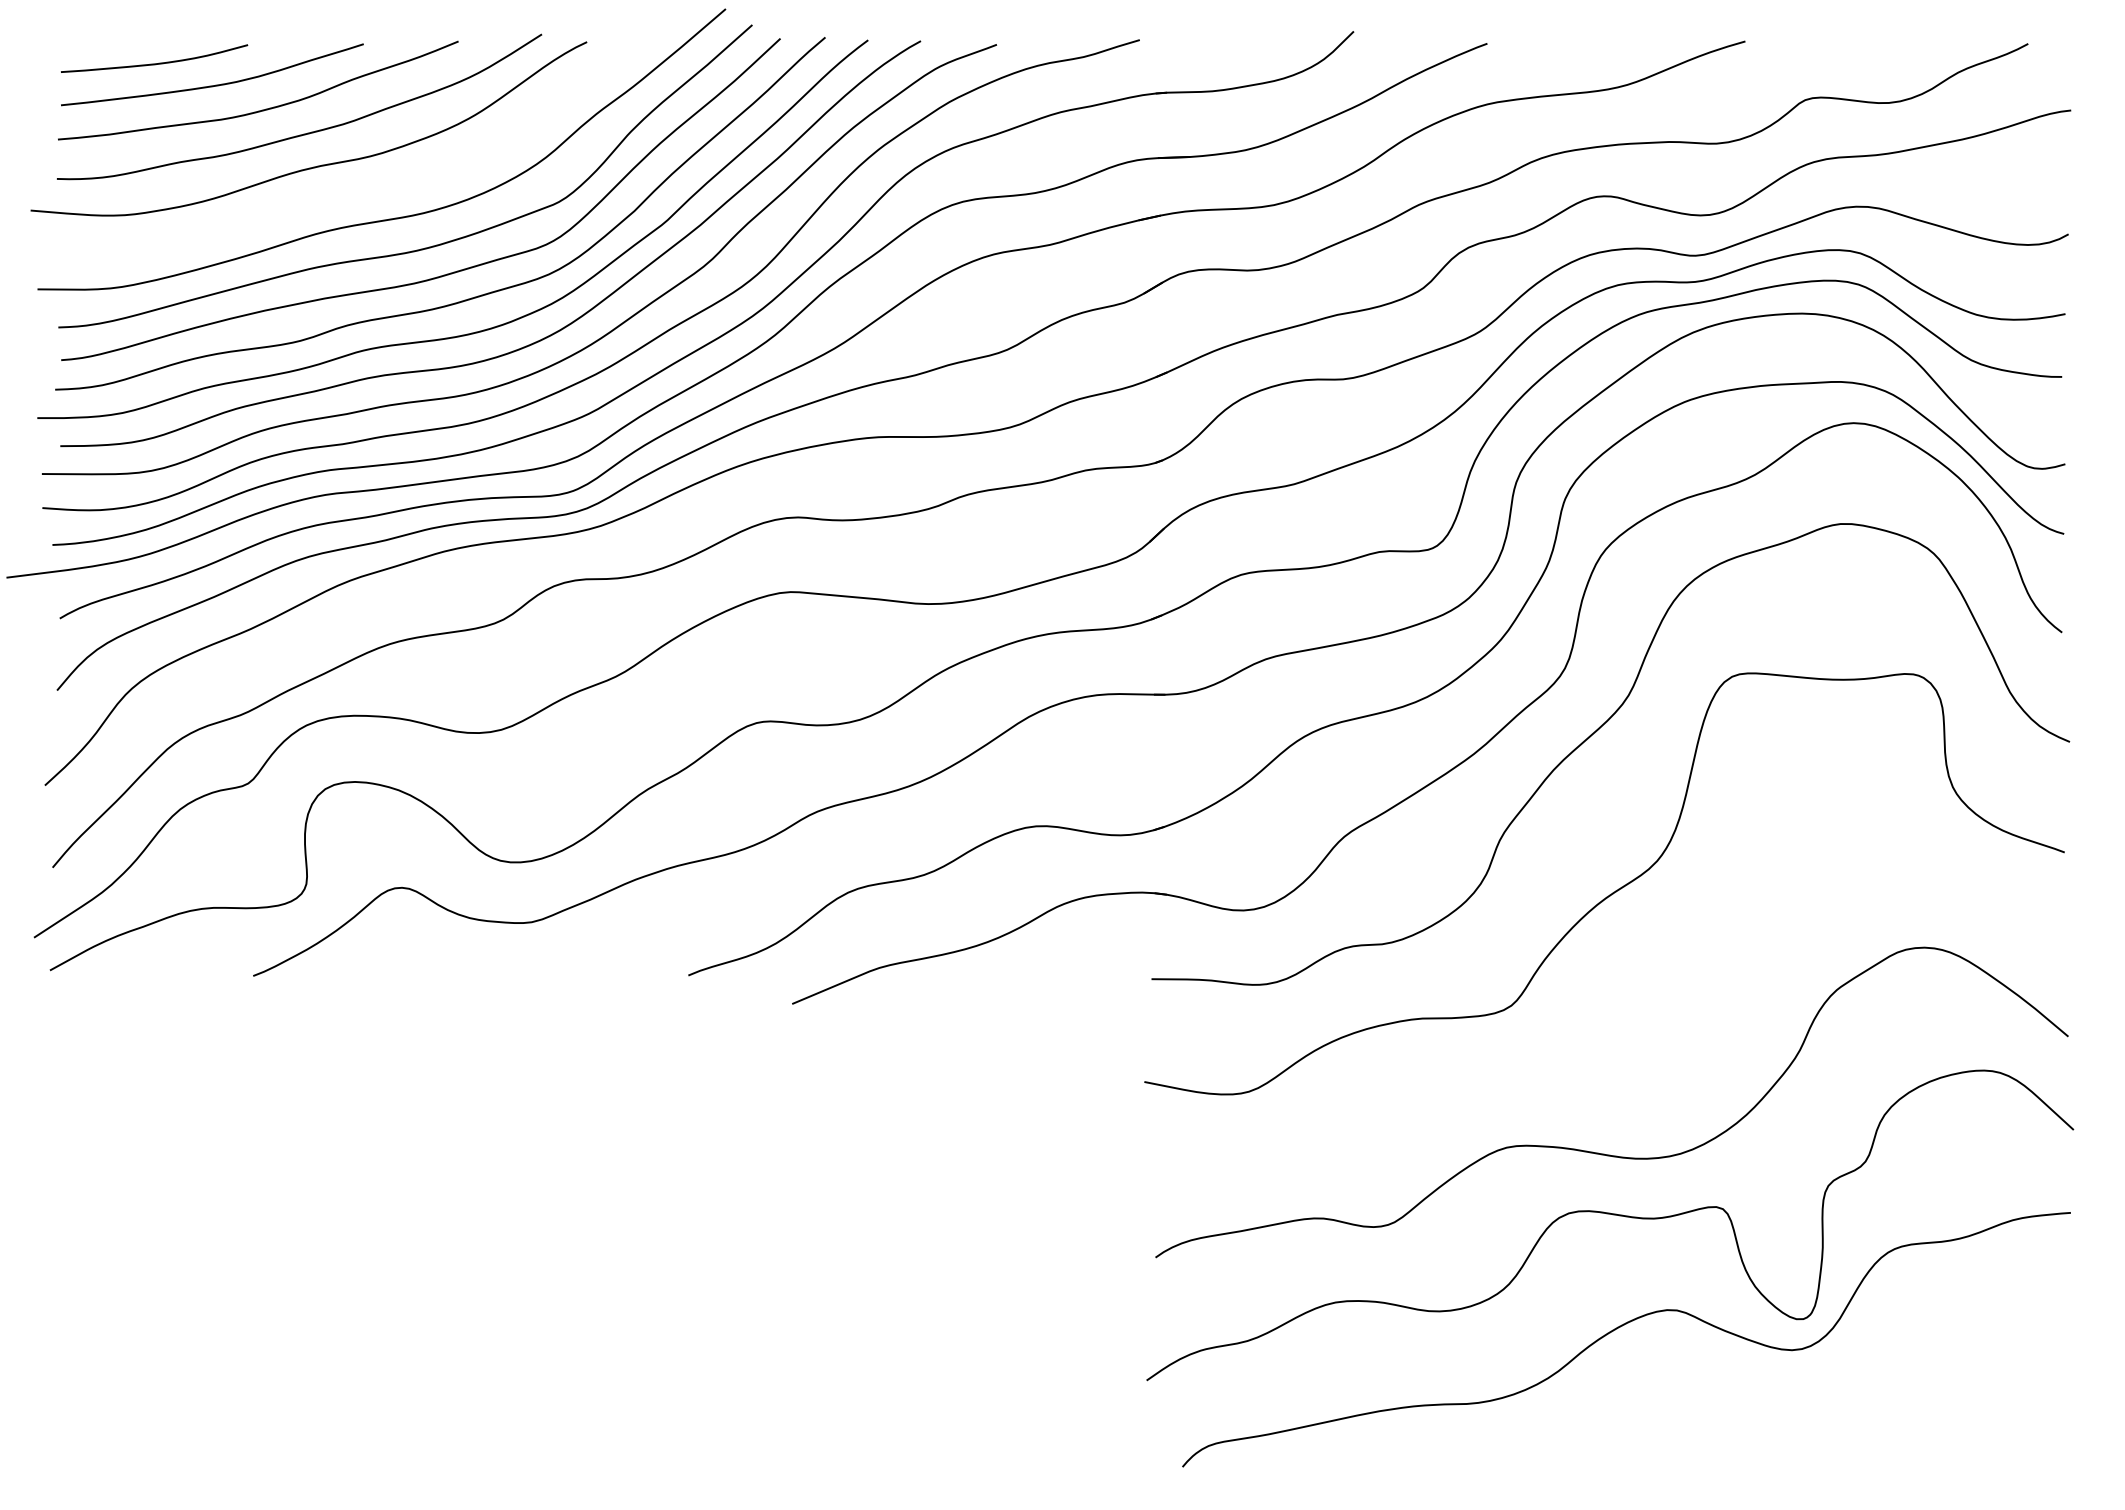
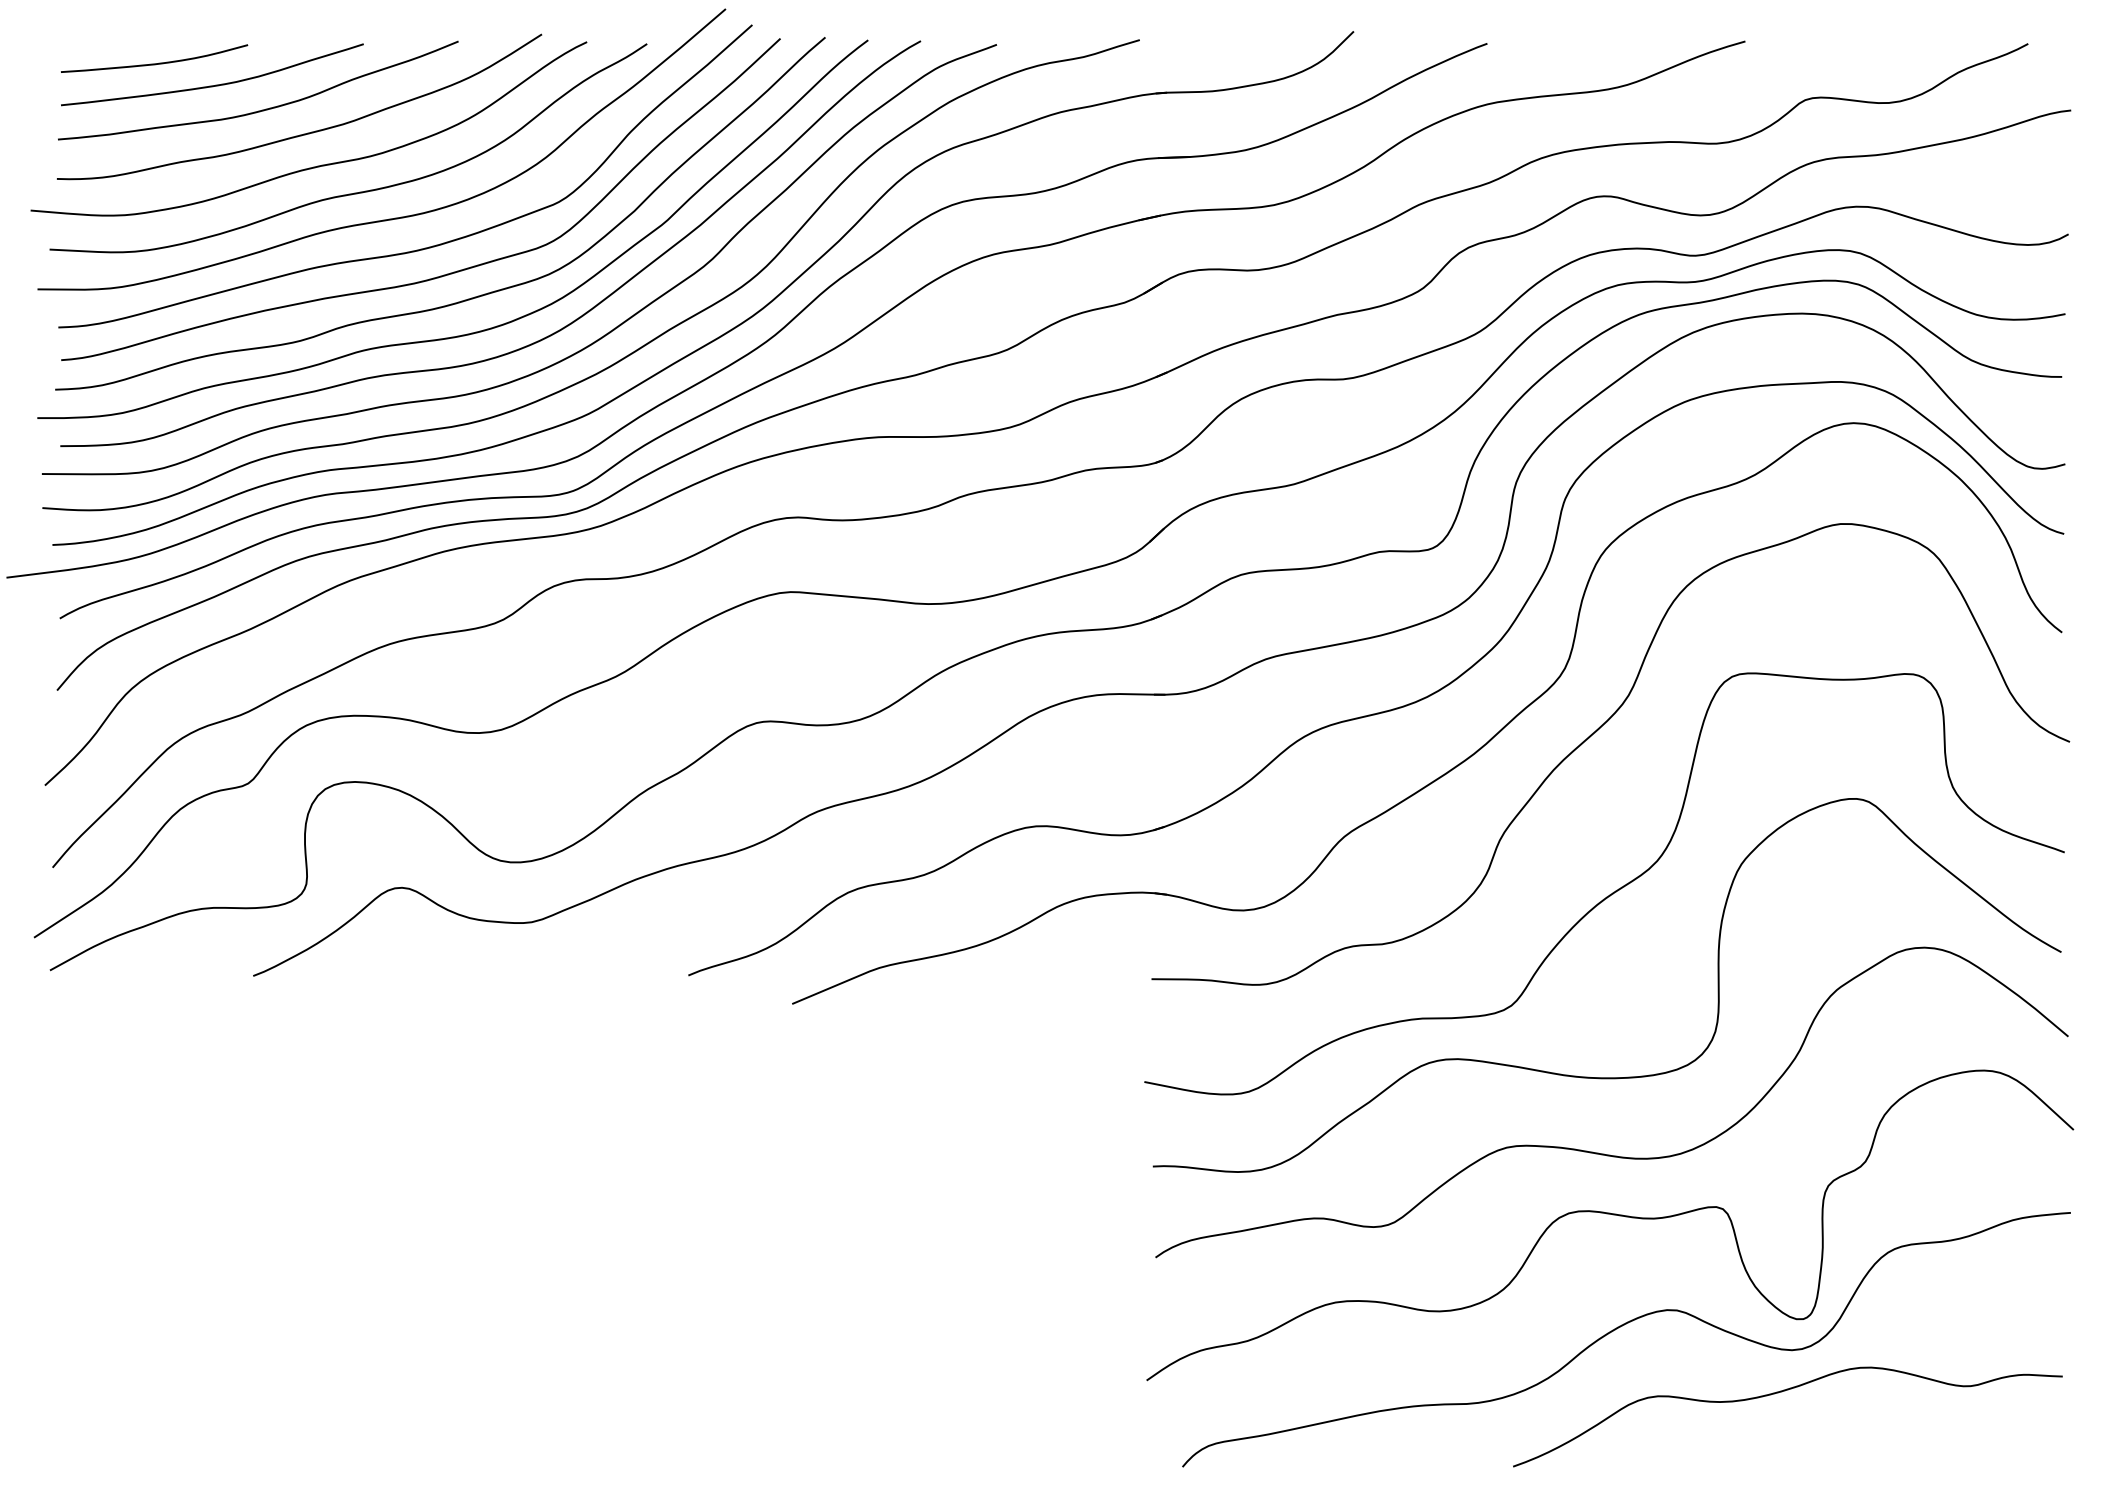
curve at (359, 191): none -> present
curve at (1606, 1077): none -> present
curve at (1782, 1392): none -> present
